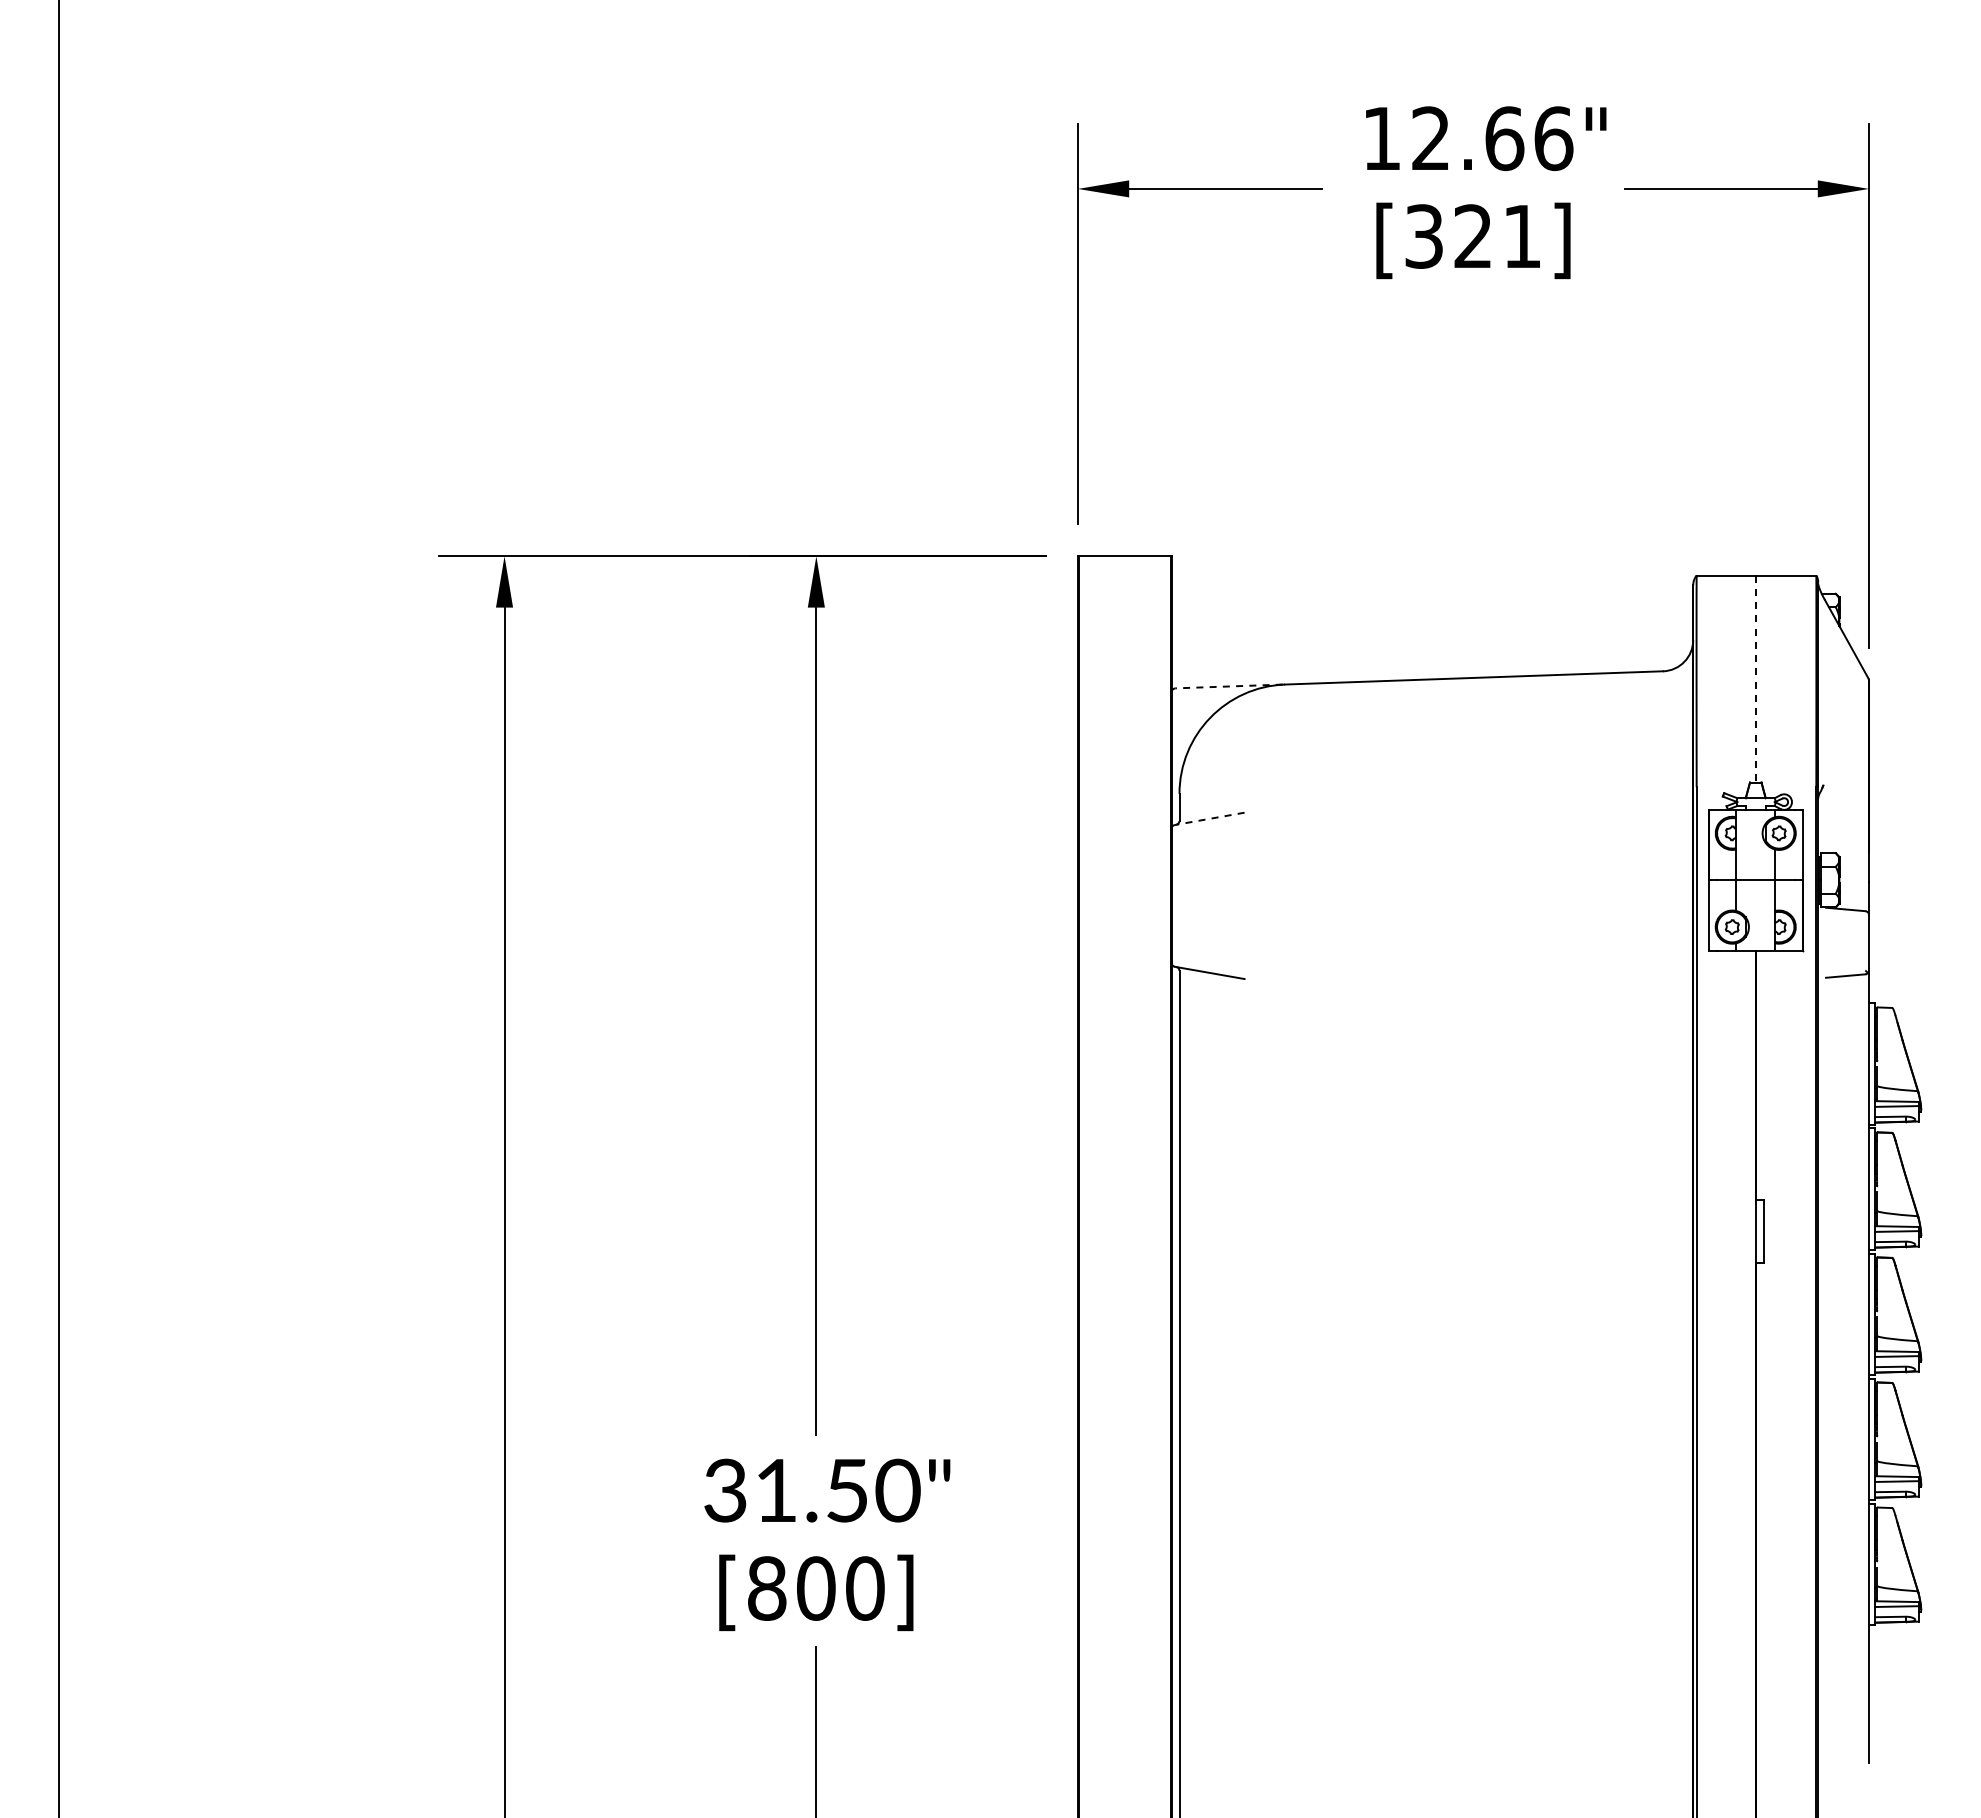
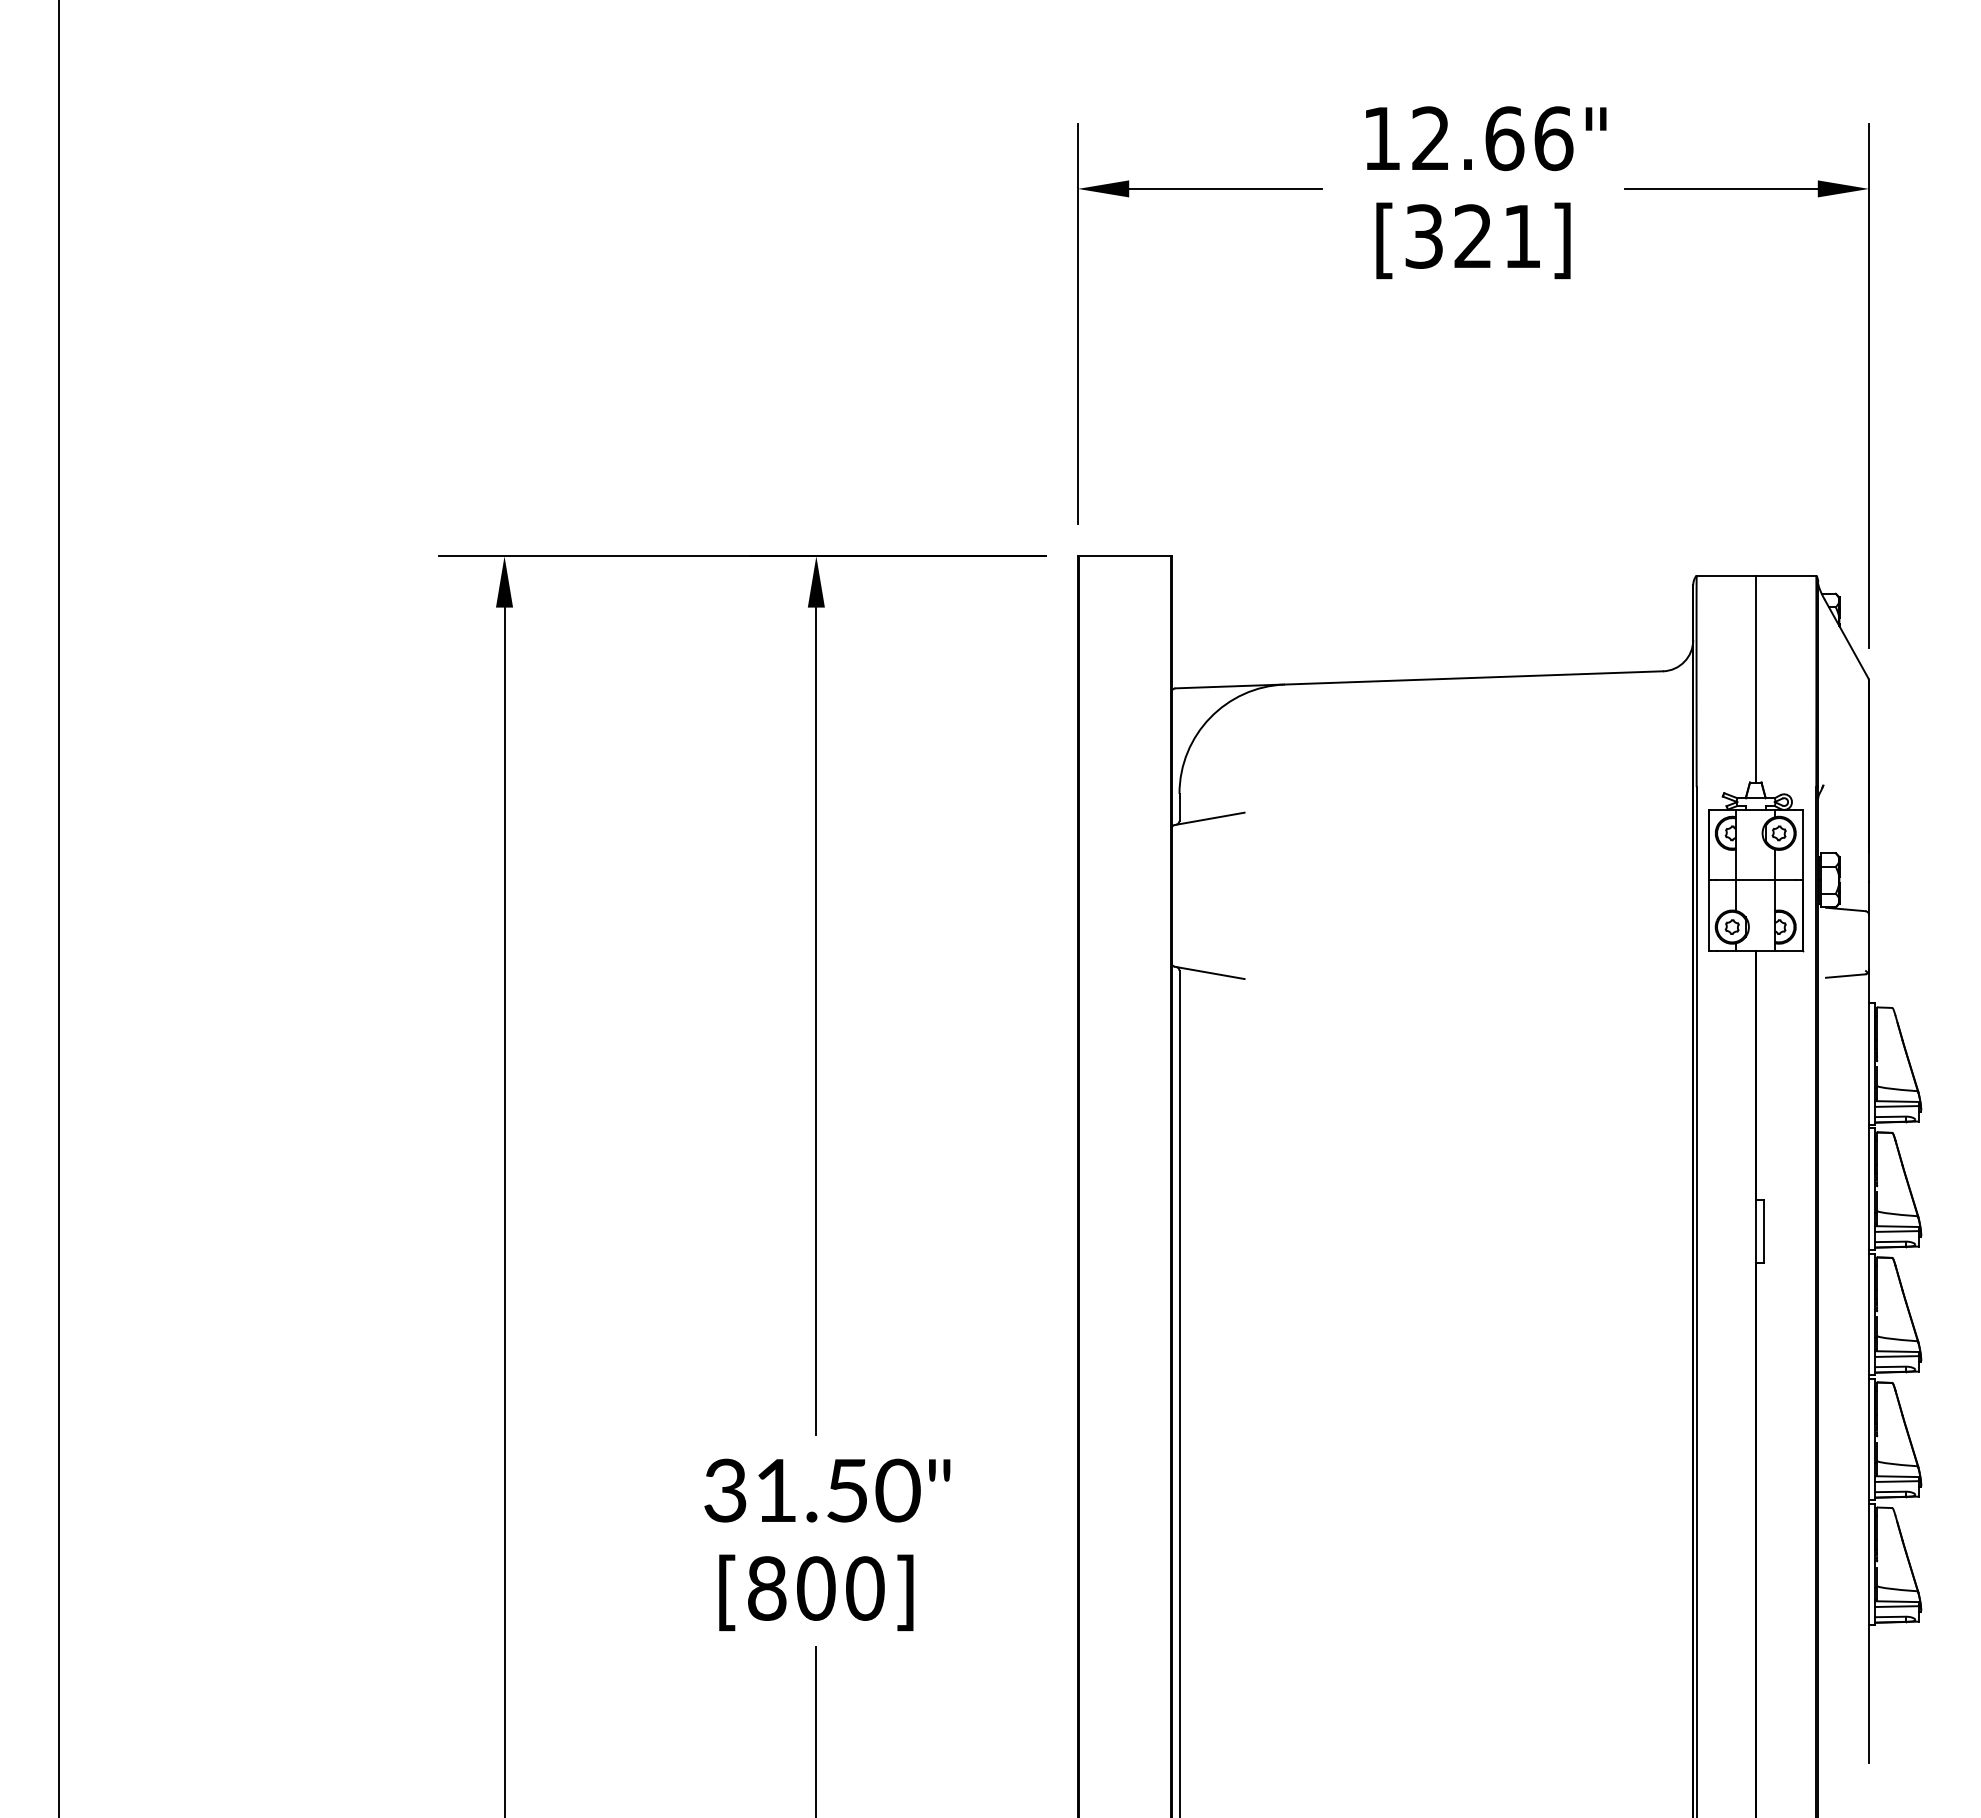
line at (1755, 679): dashed -> solid
line at (1229, 686): dashed -> solid
line at (1209, 818): dashed -> solid
